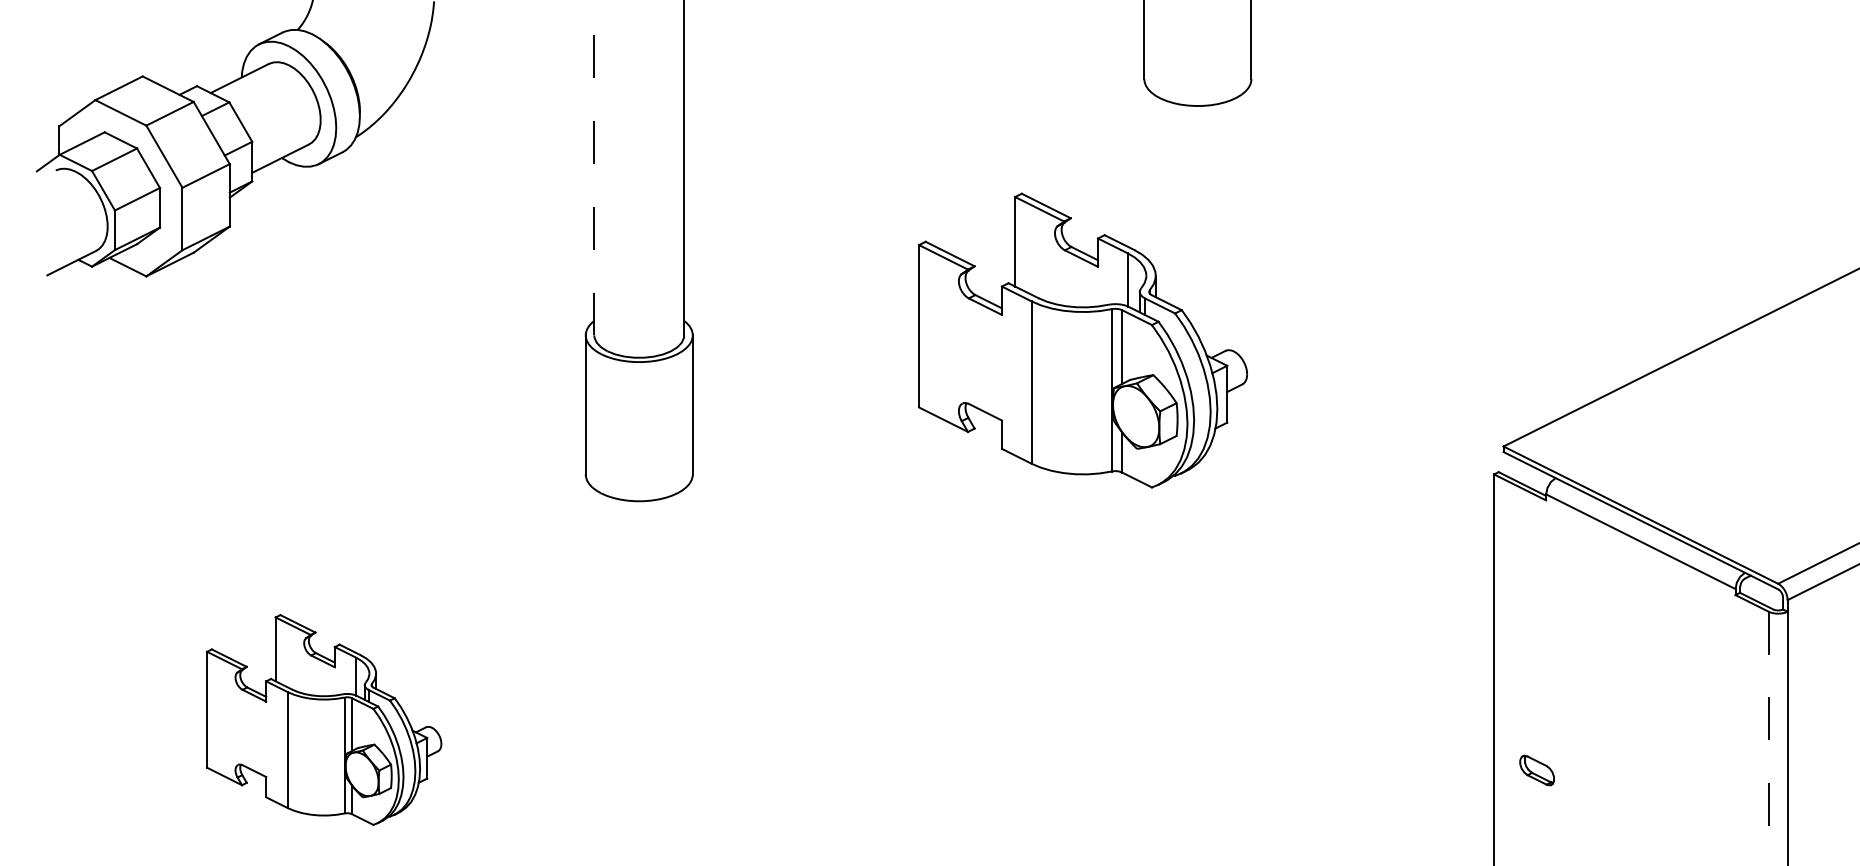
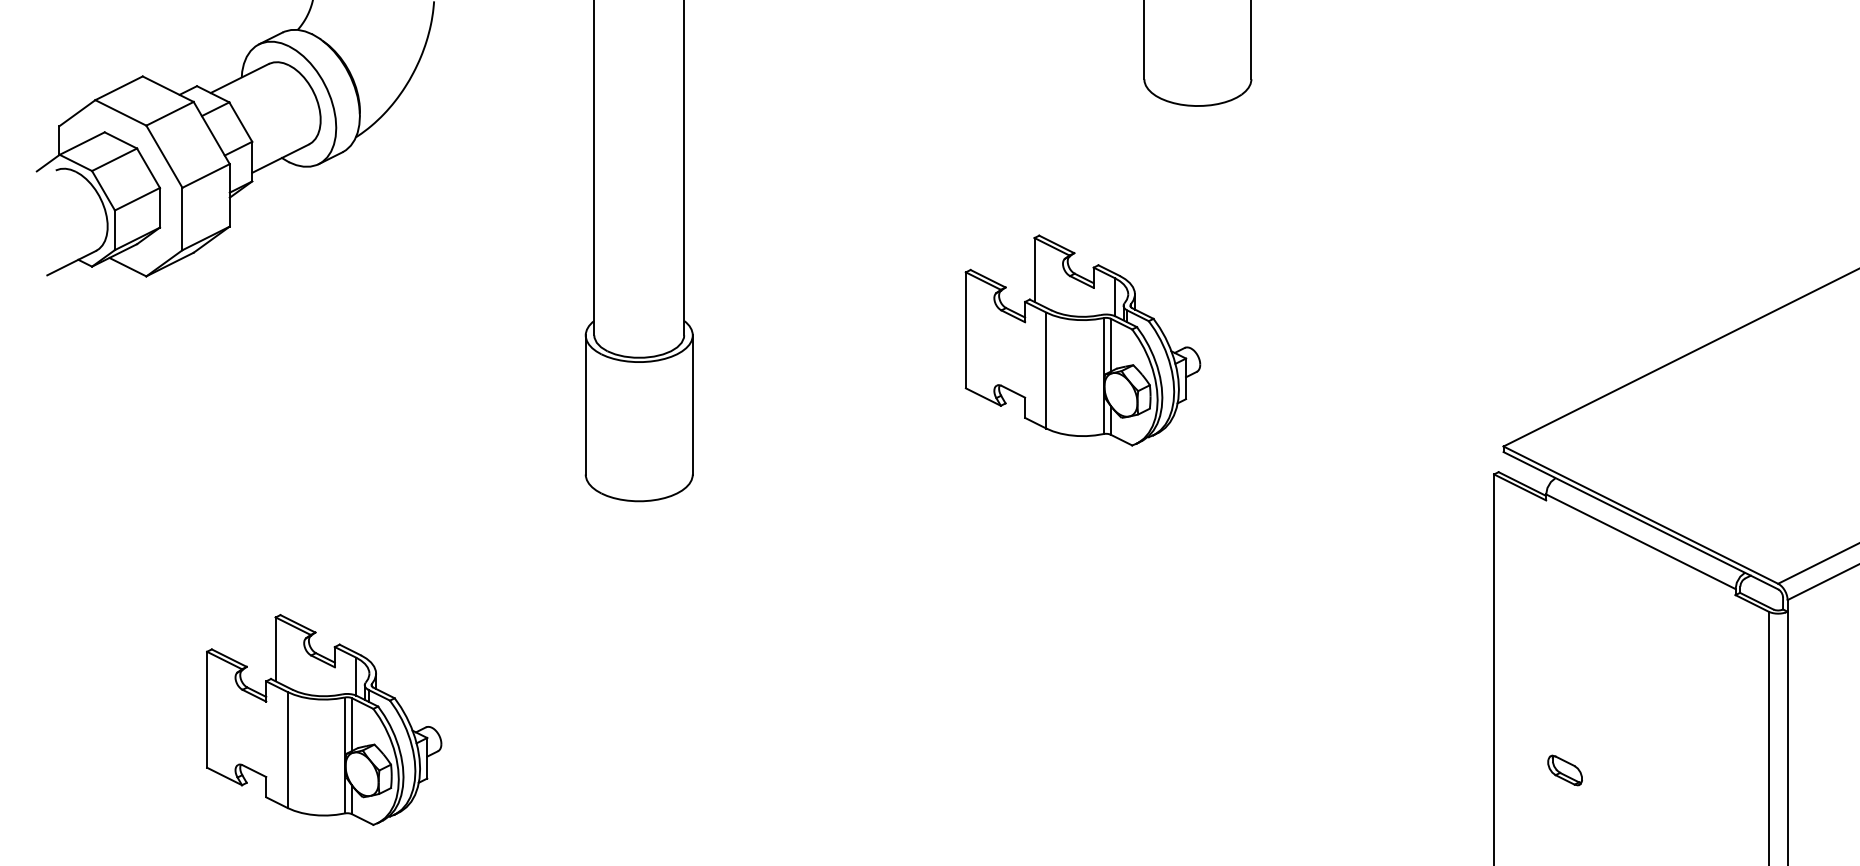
line at (594, 167): dashed -> solid
part at (1082, 340) size: 330x297 px -> 238x213 px
line at (1768, 738): dashed -> solid
part at (1536, 770) position: (1536, 770) -> (1564, 770)
